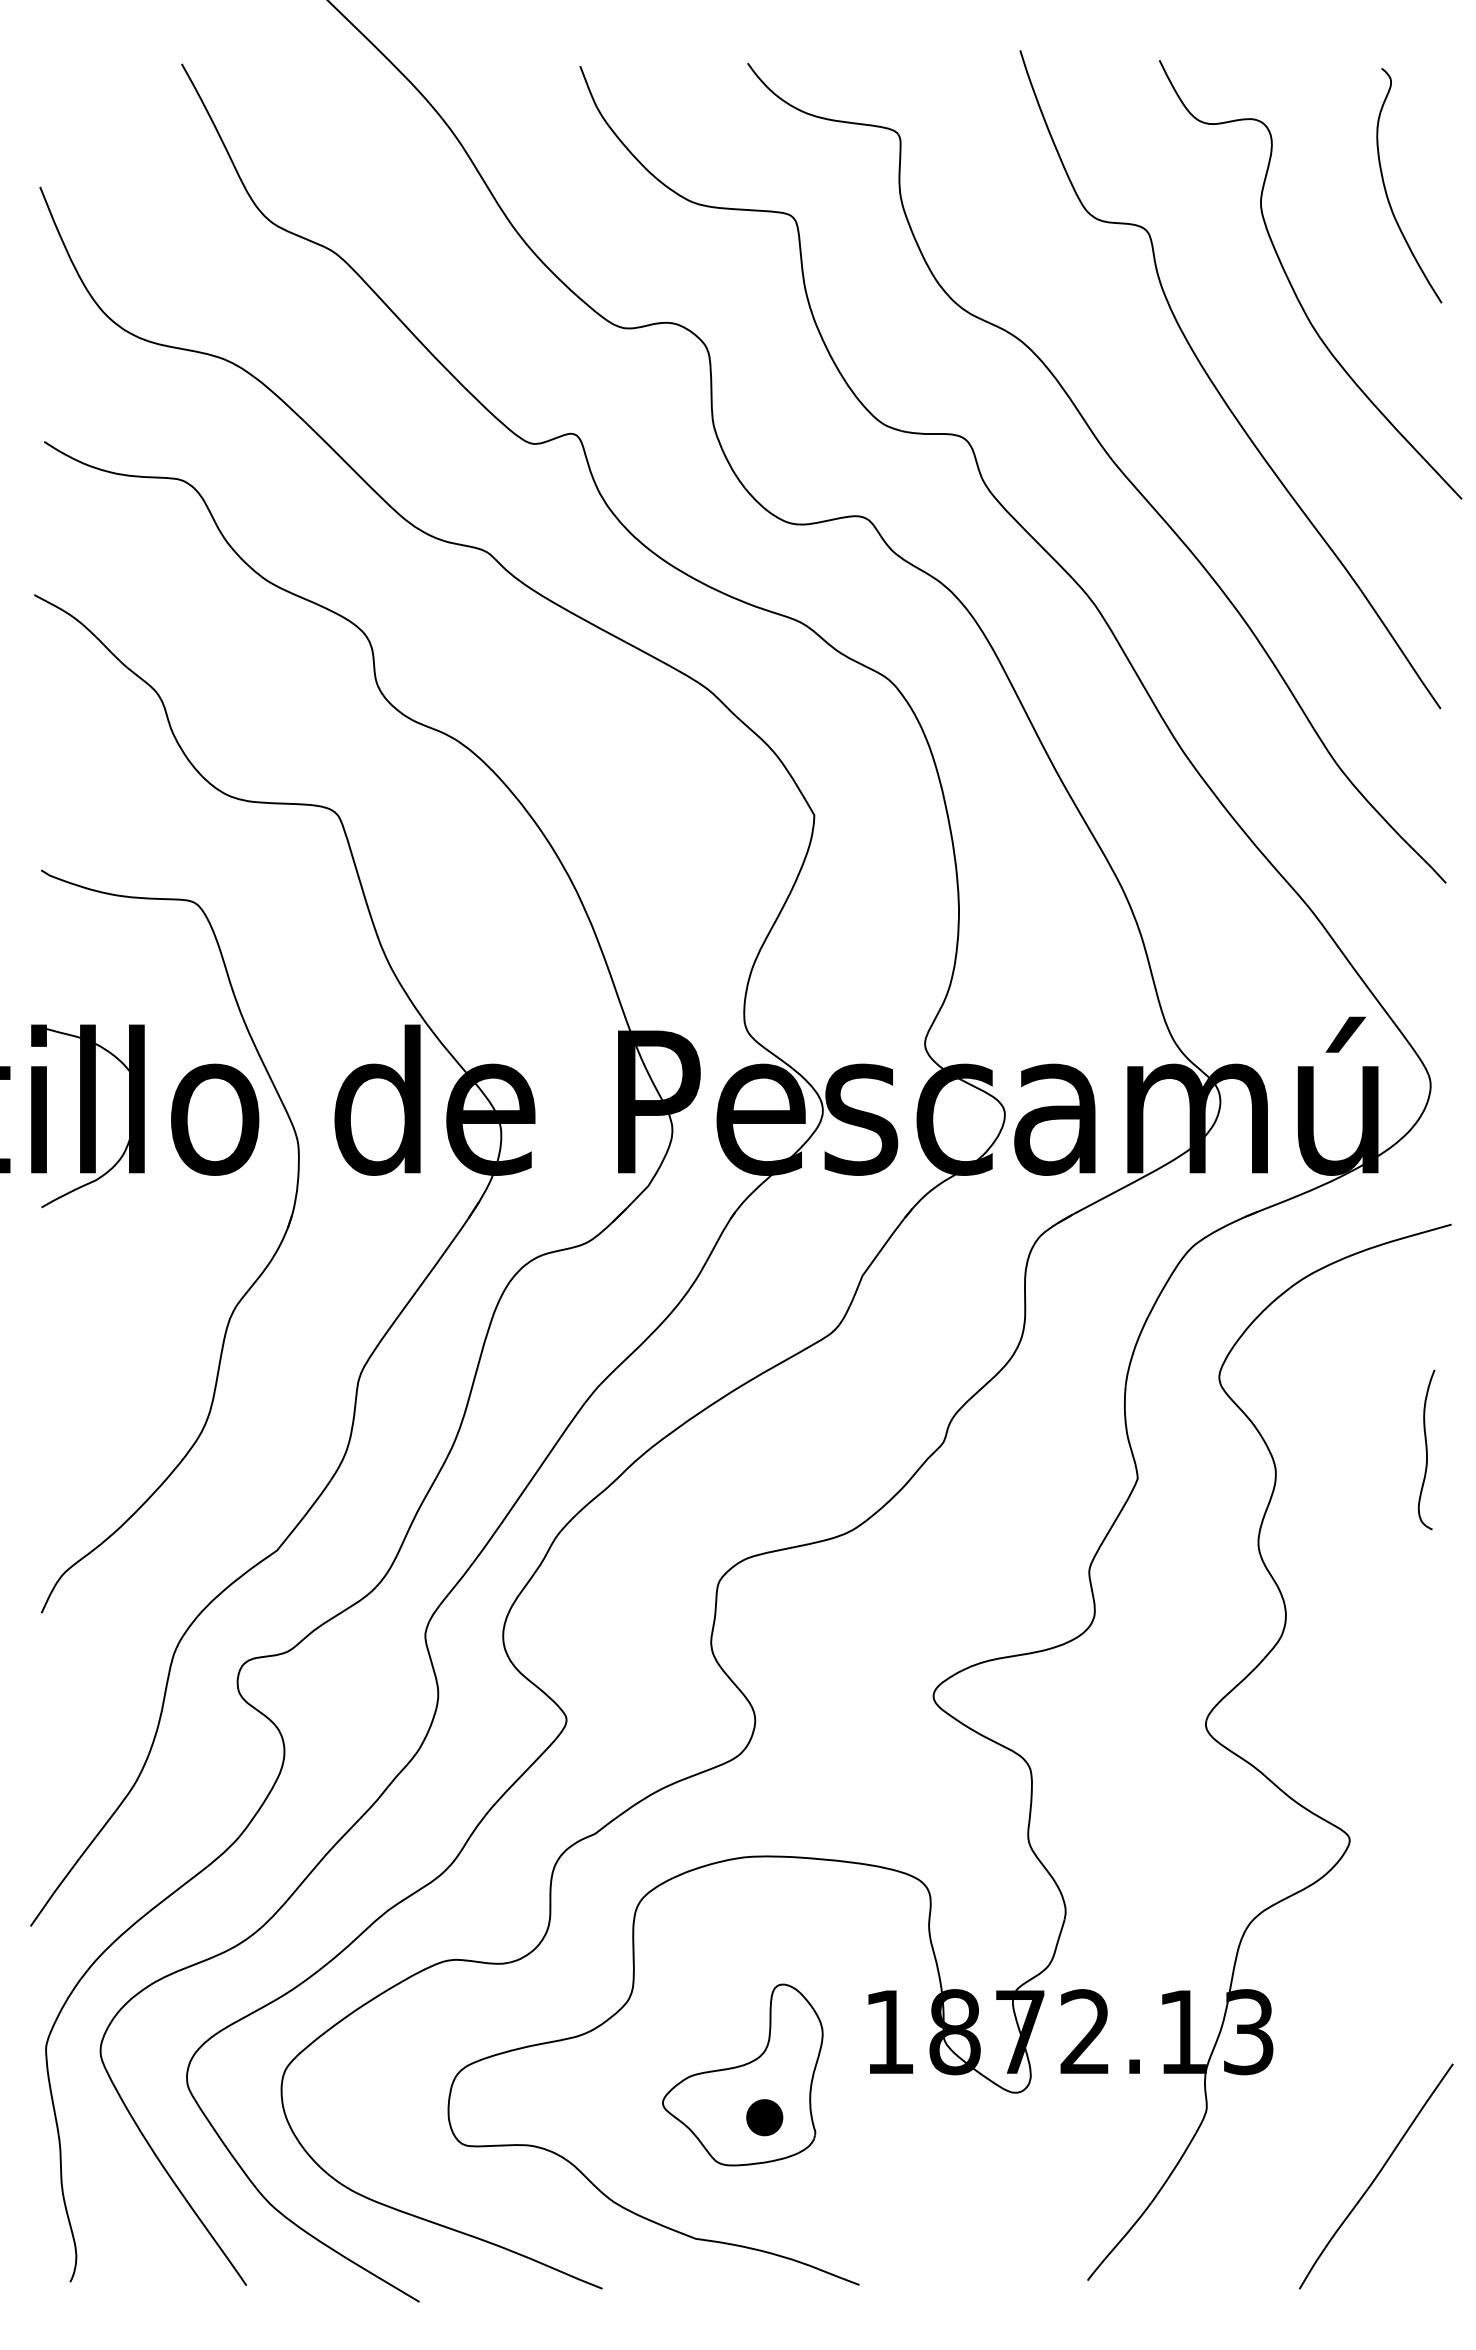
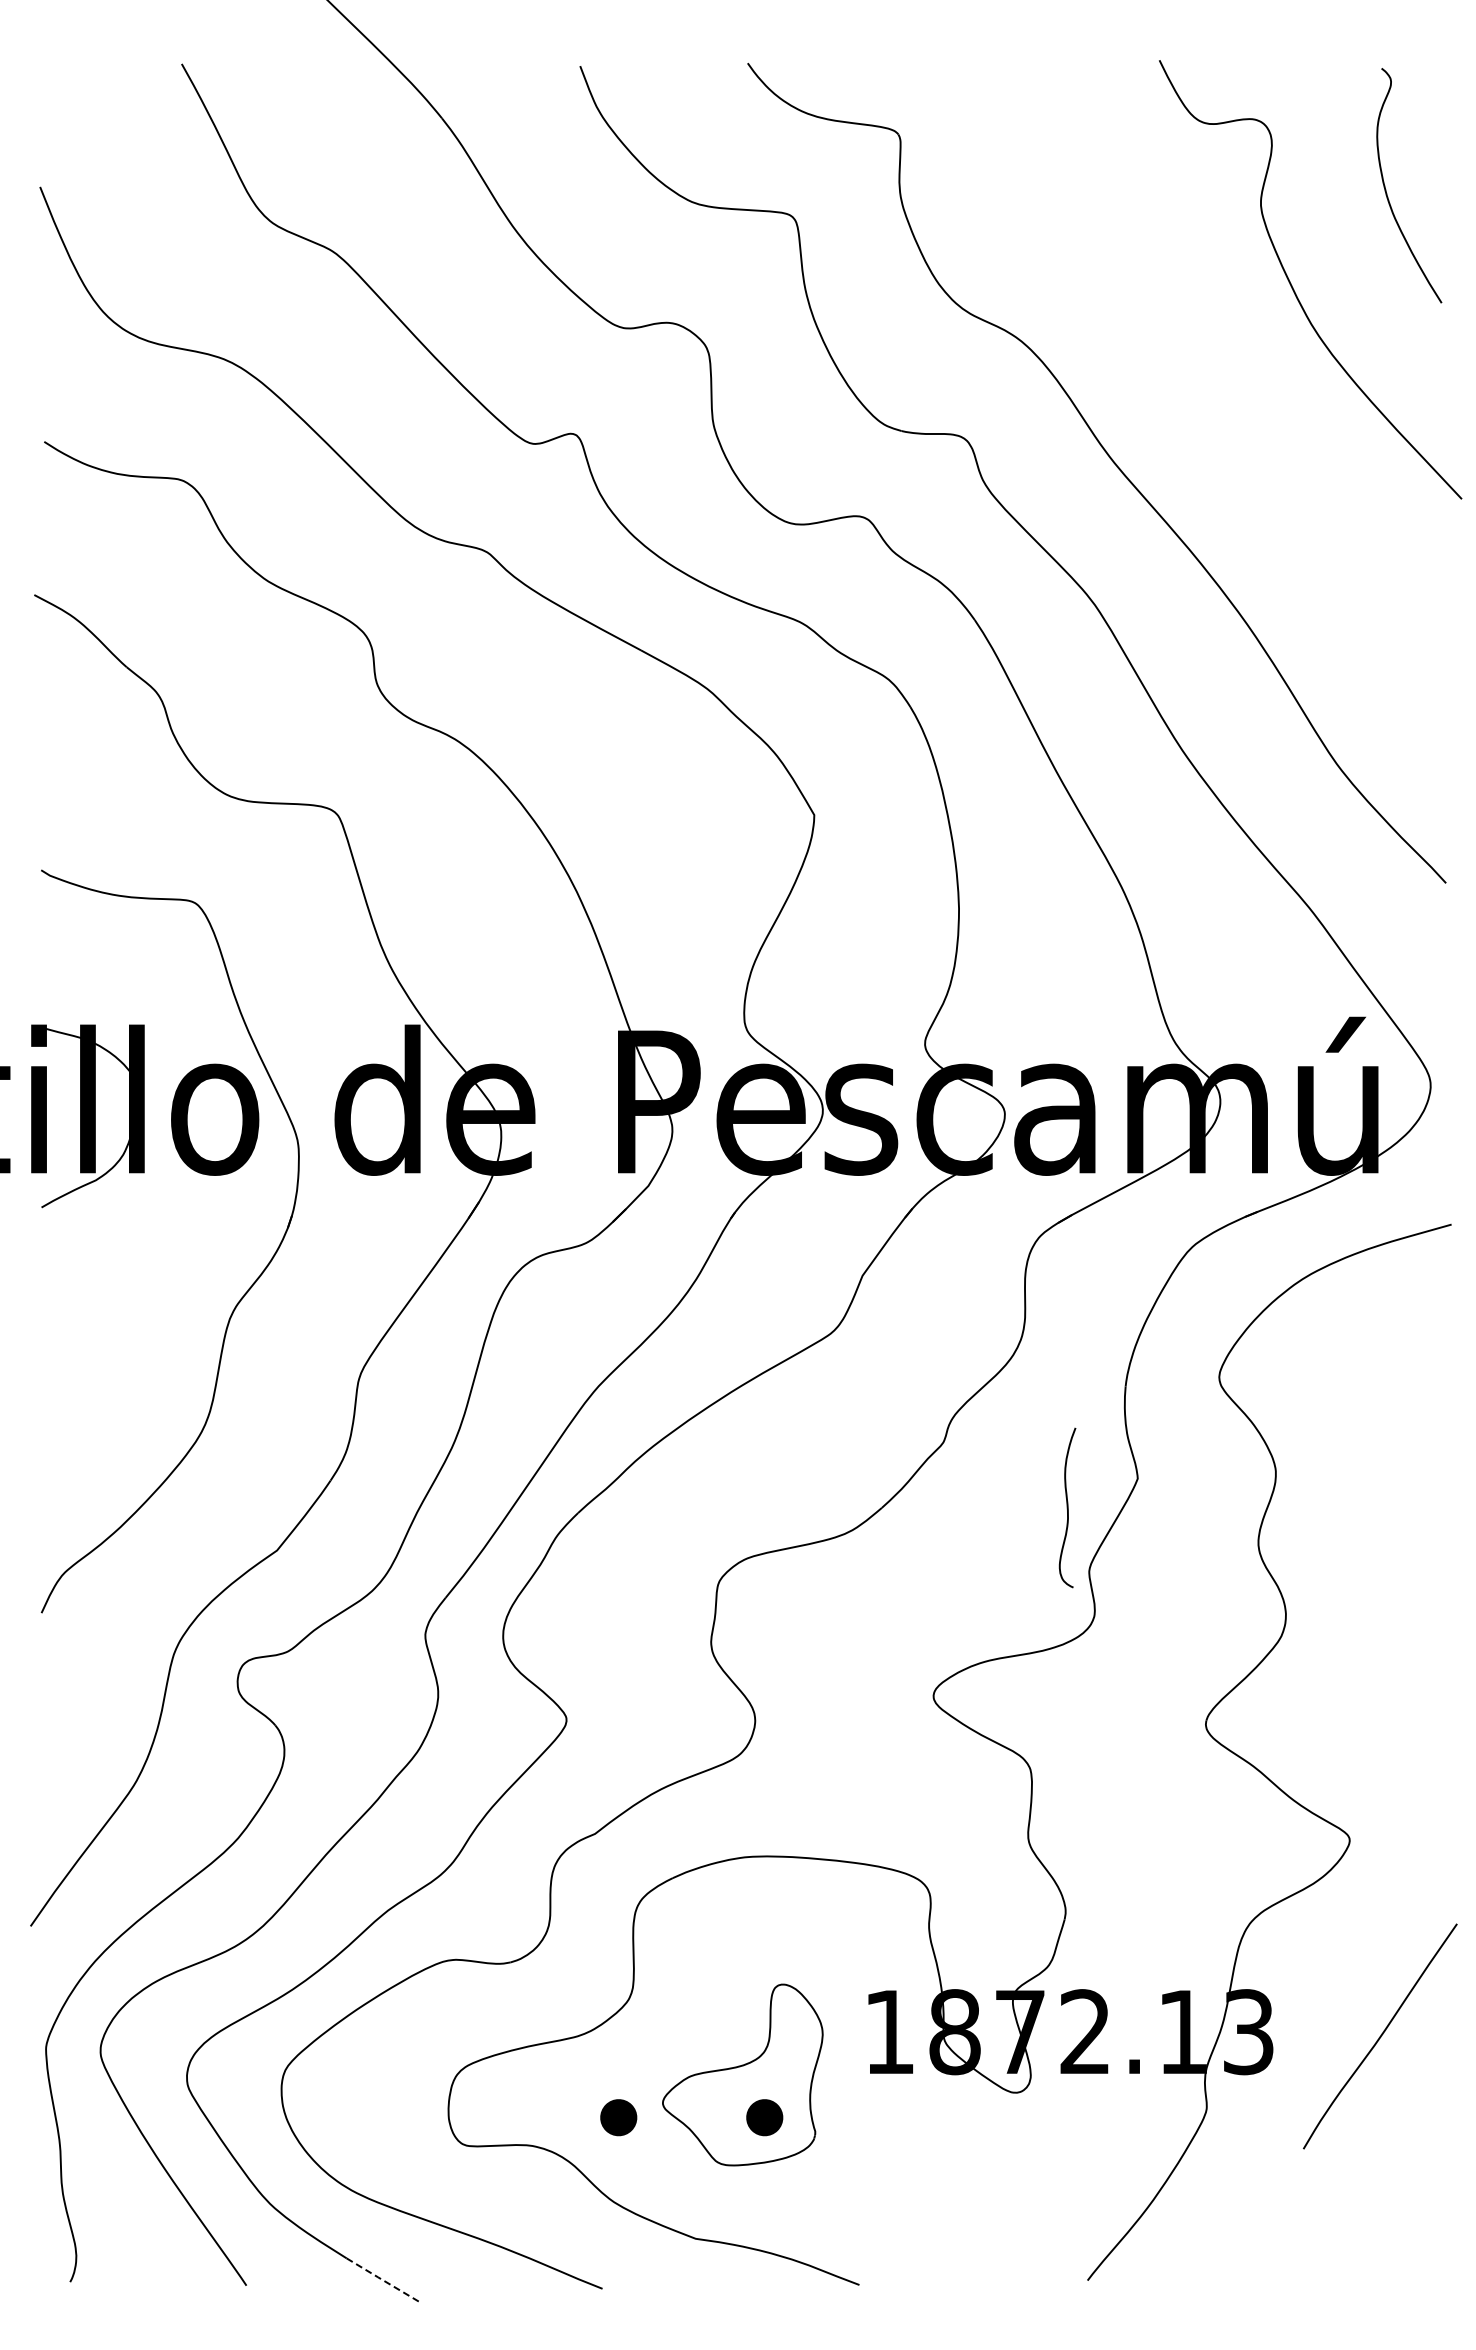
curve at (1217, 388): present -> none
curve at (1426, 1449) position: (1426, 1449) -> (1067, 1507)
part at (618, 2117): none -> present
curve at (1376, 2176) position: (1376, 2176) -> (1380, 2036)
line at (383, 2280): solid -> dashed
